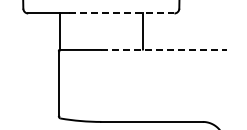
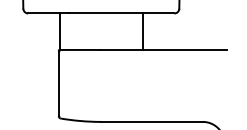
line at (121, 13): dashed -> solid
line at (163, 49): dashed -> solid
